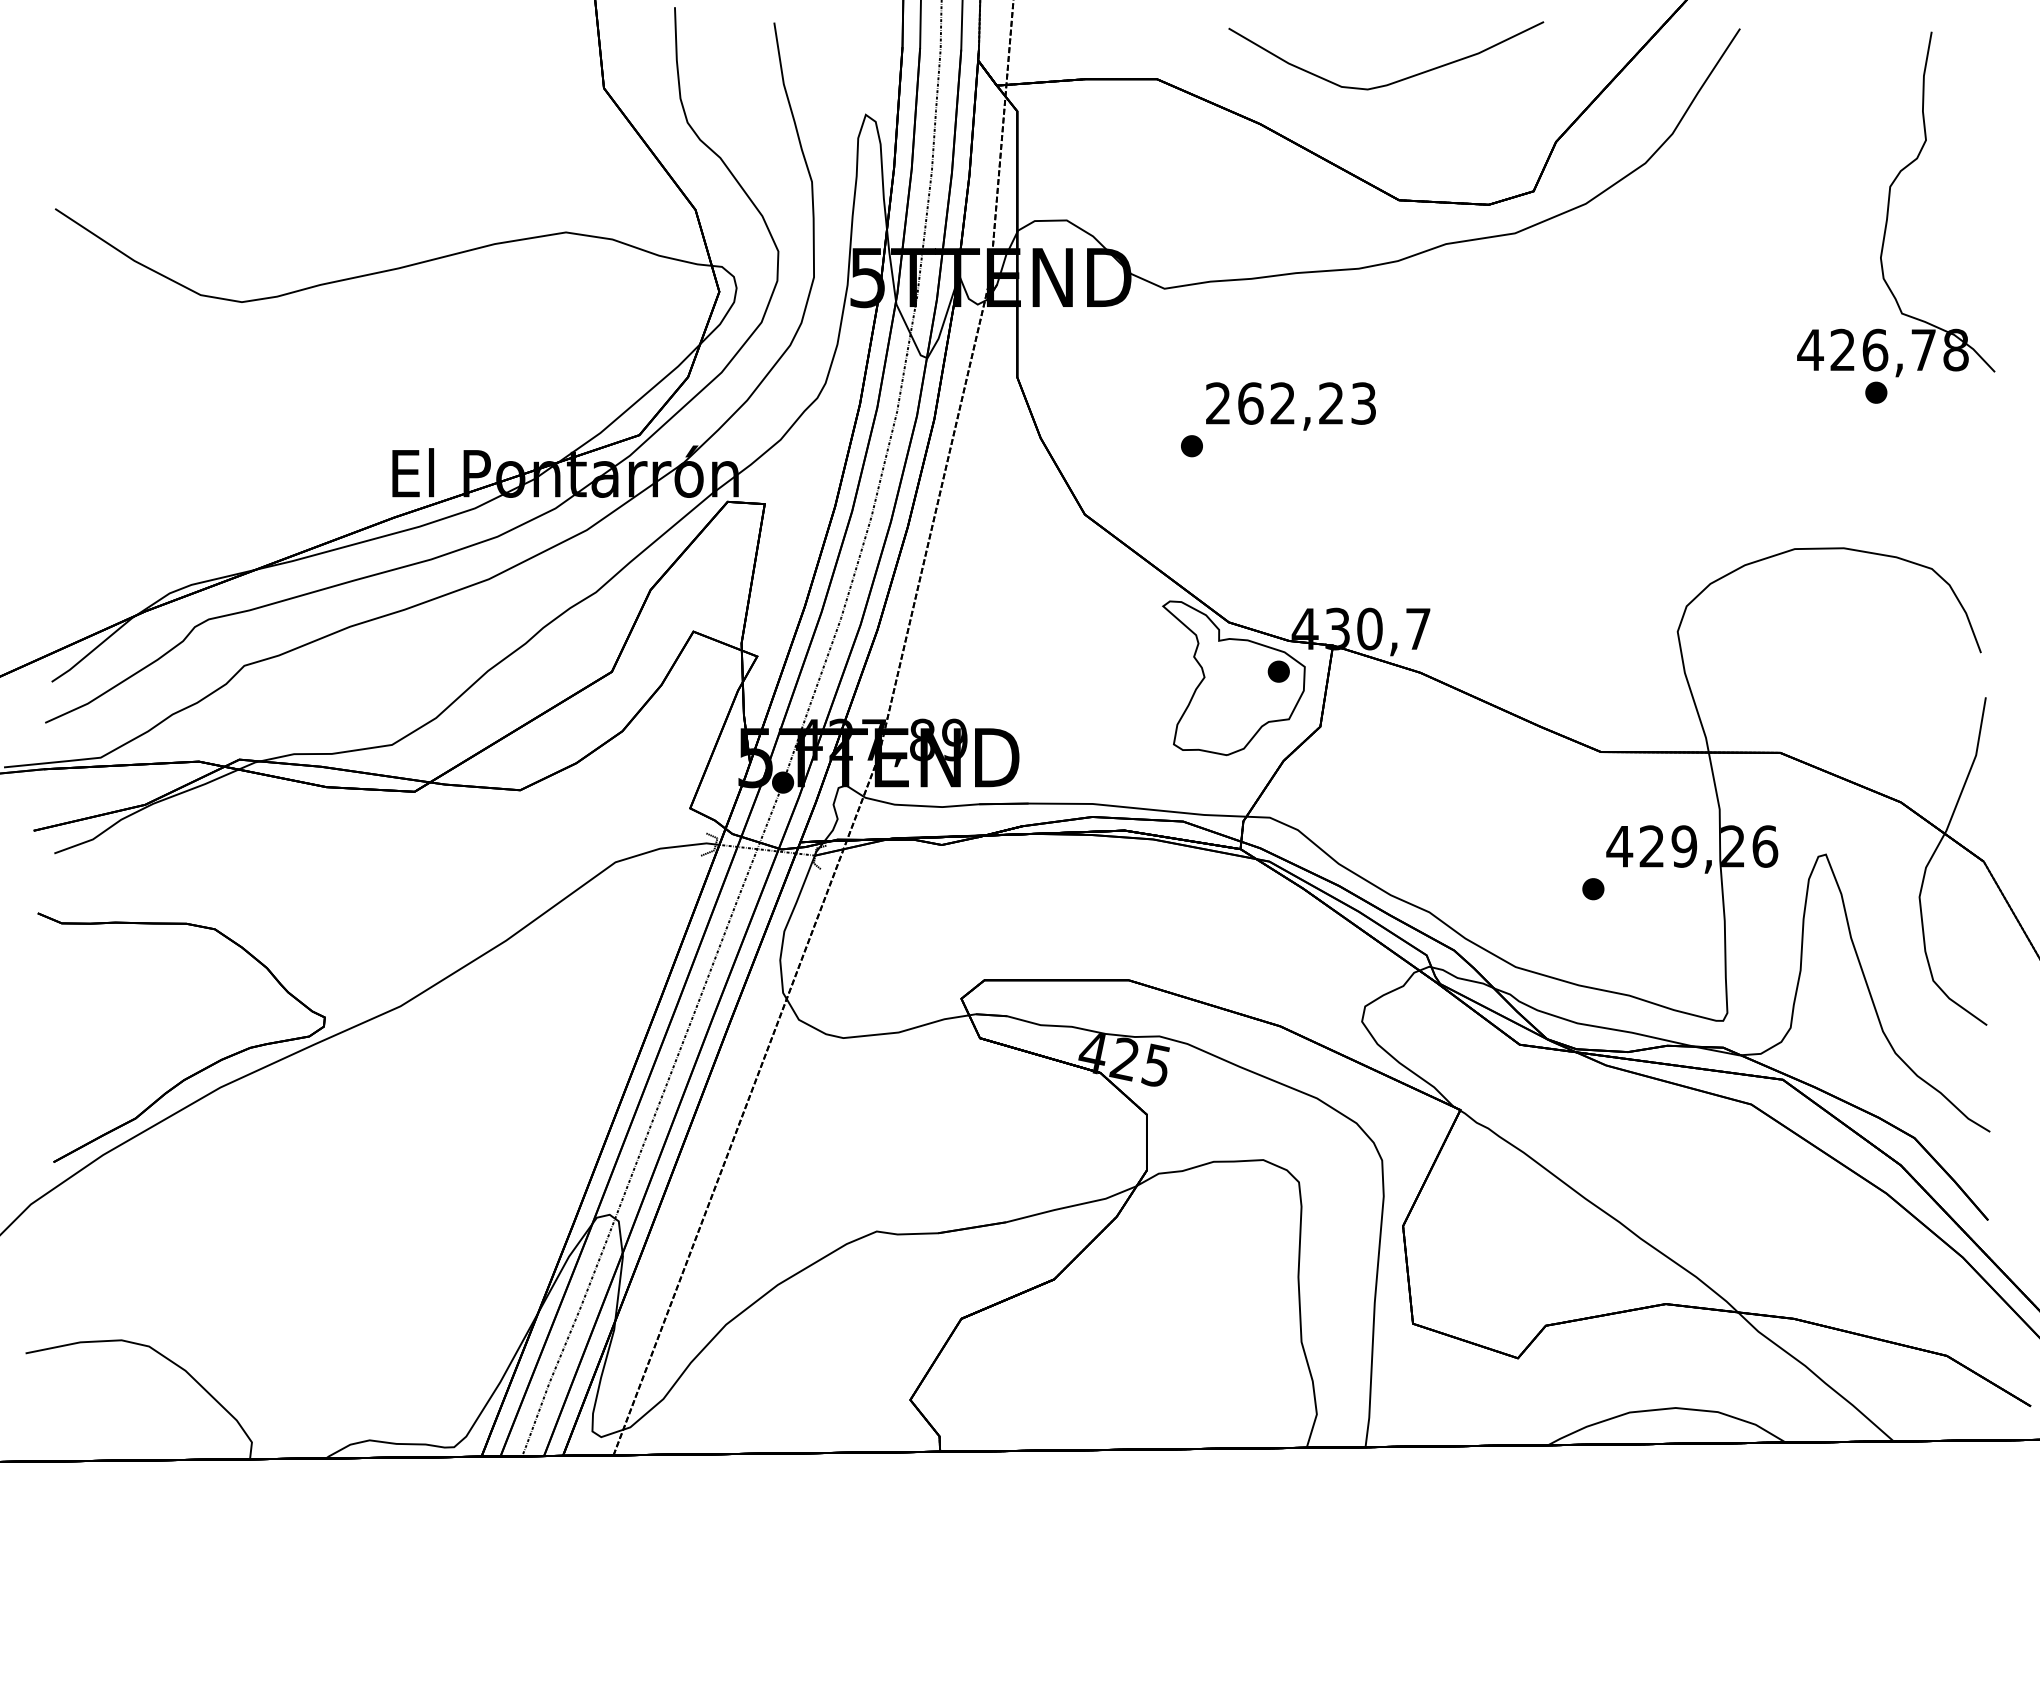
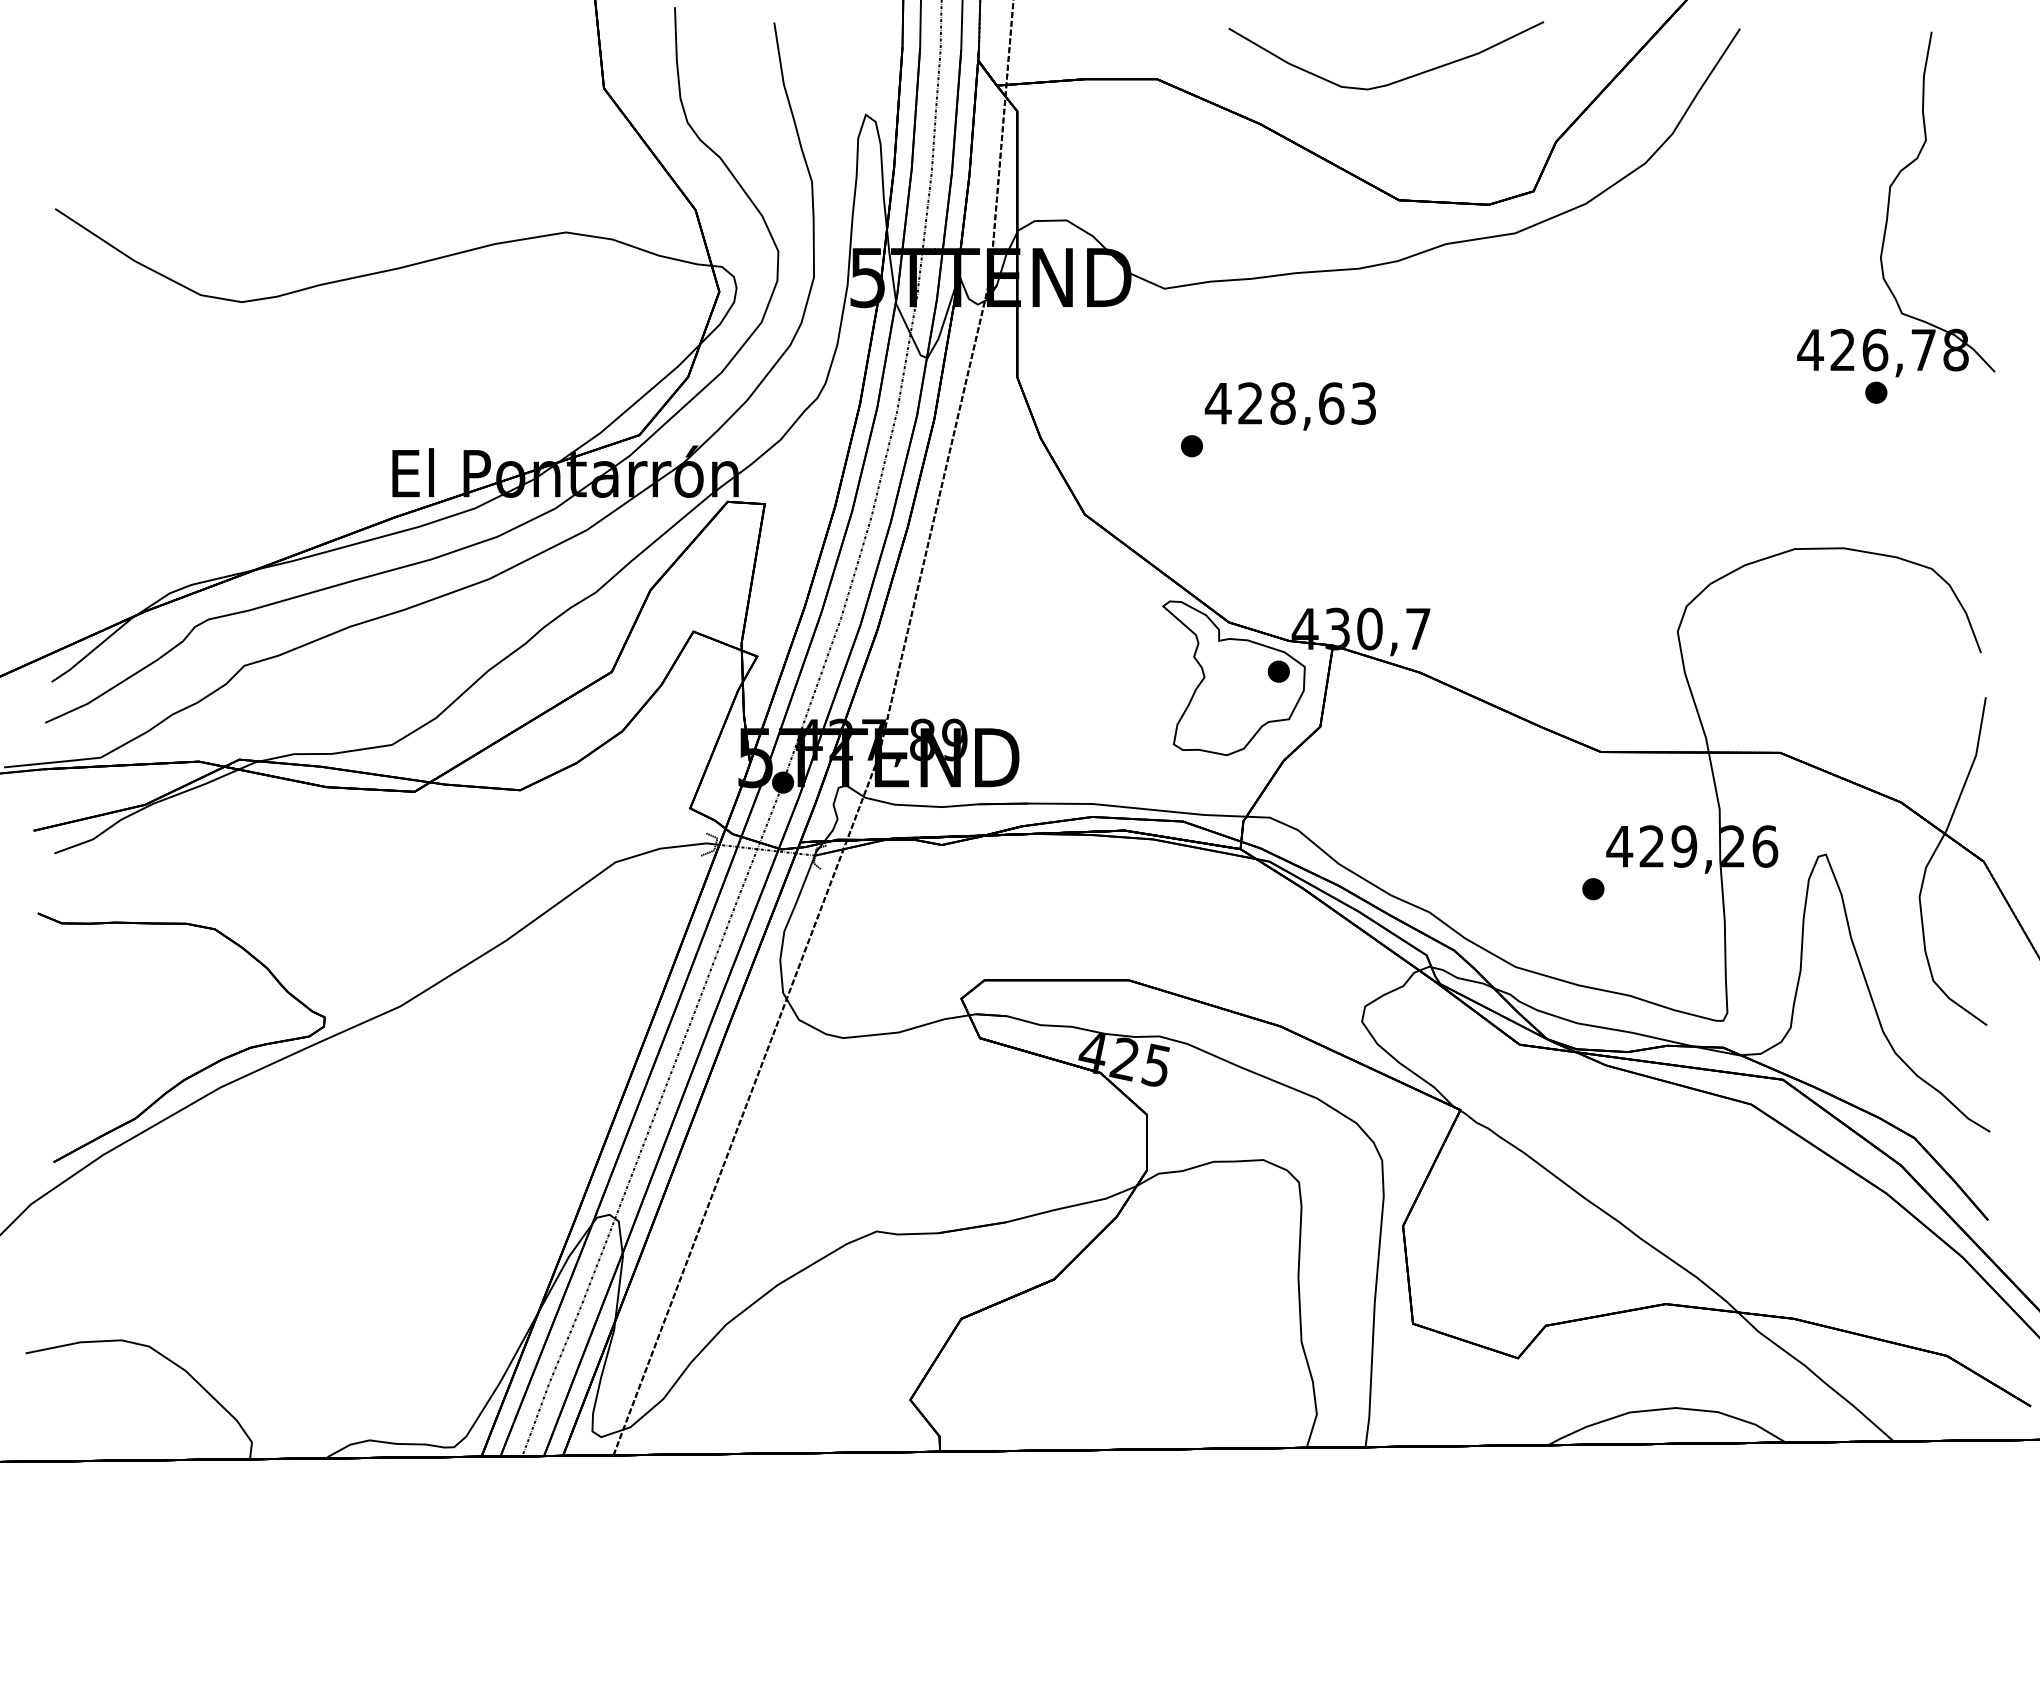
text at (1274, 403): 262,23 -> 428,63
